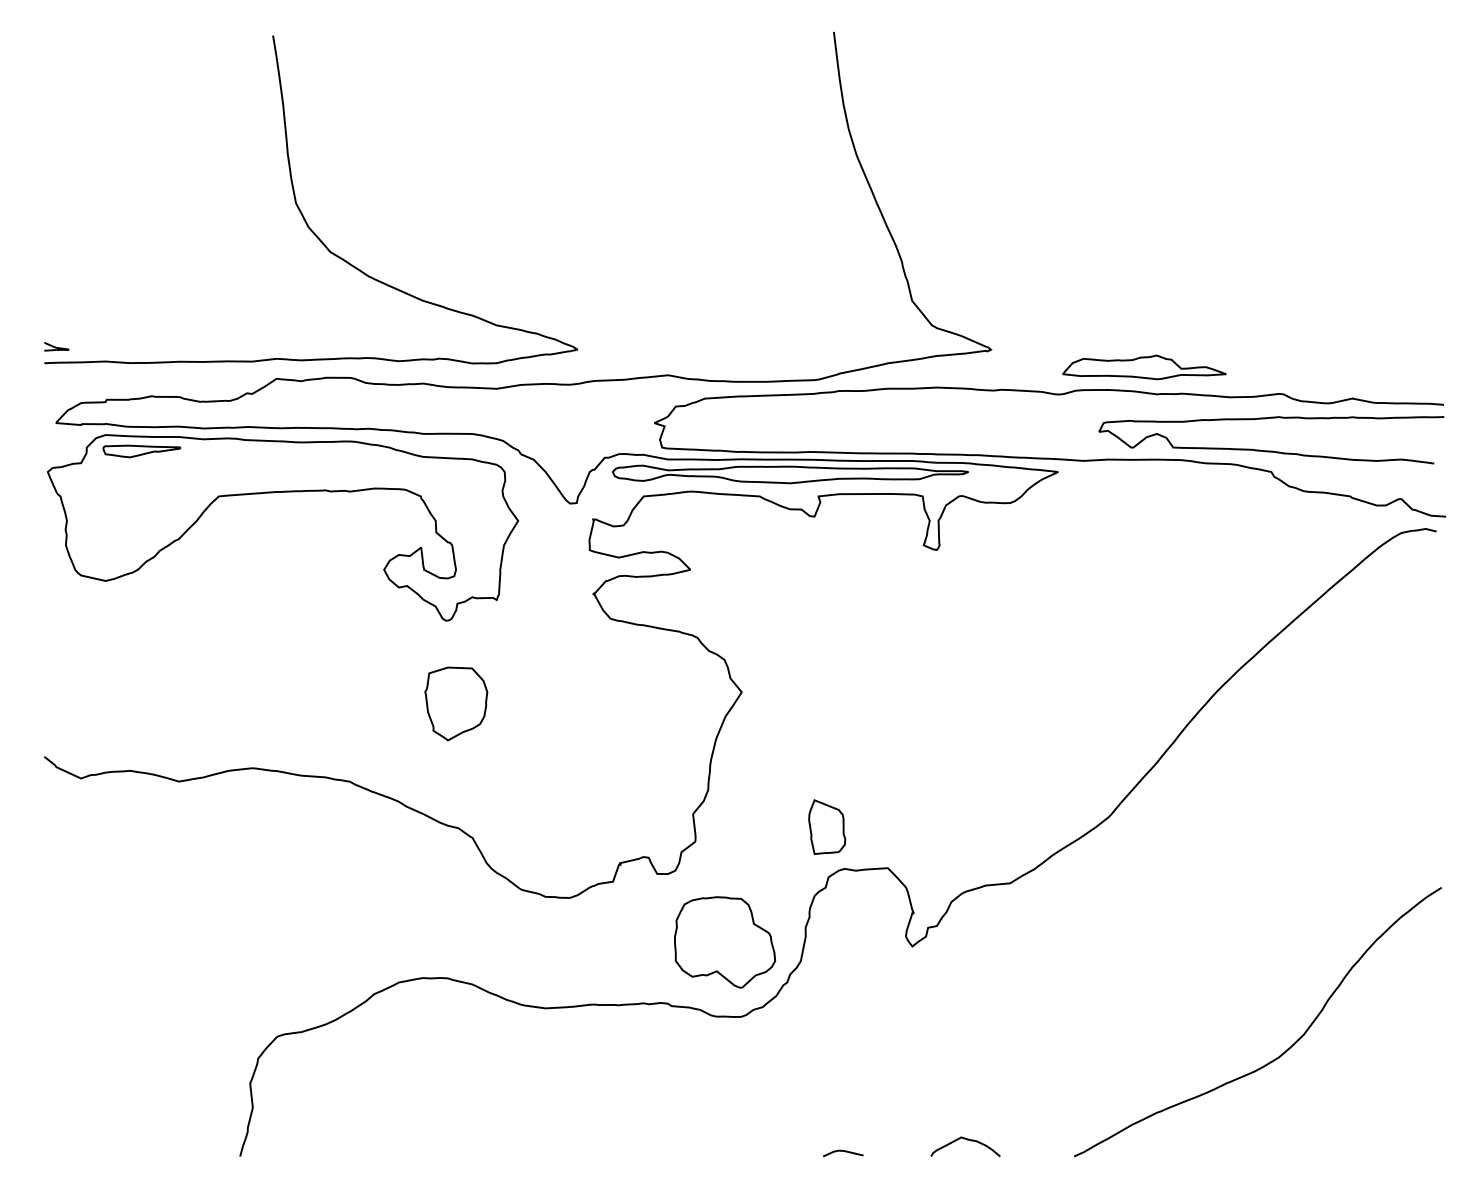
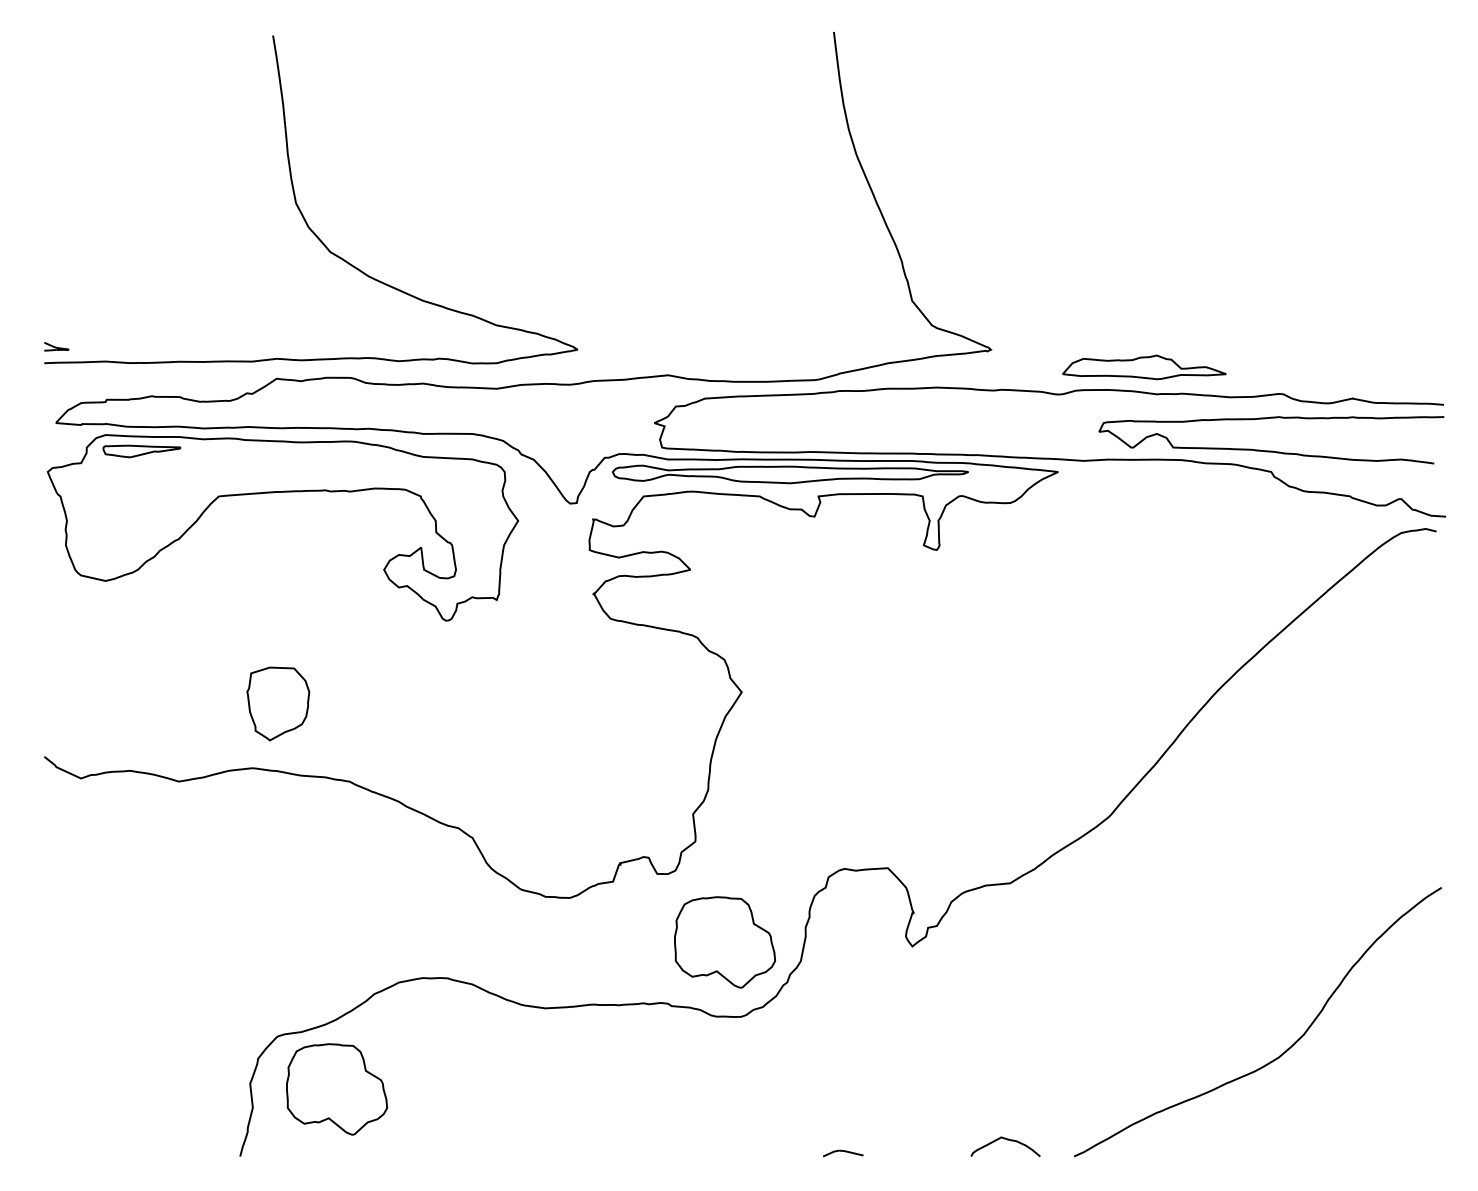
part at (456, 703) position: (456, 703) -> (278, 703)
part at (827, 826): present -> none
part at (337, 1089): none -> present
curve at (967, 1140) position: (967, 1140) -> (1007, 1140)
